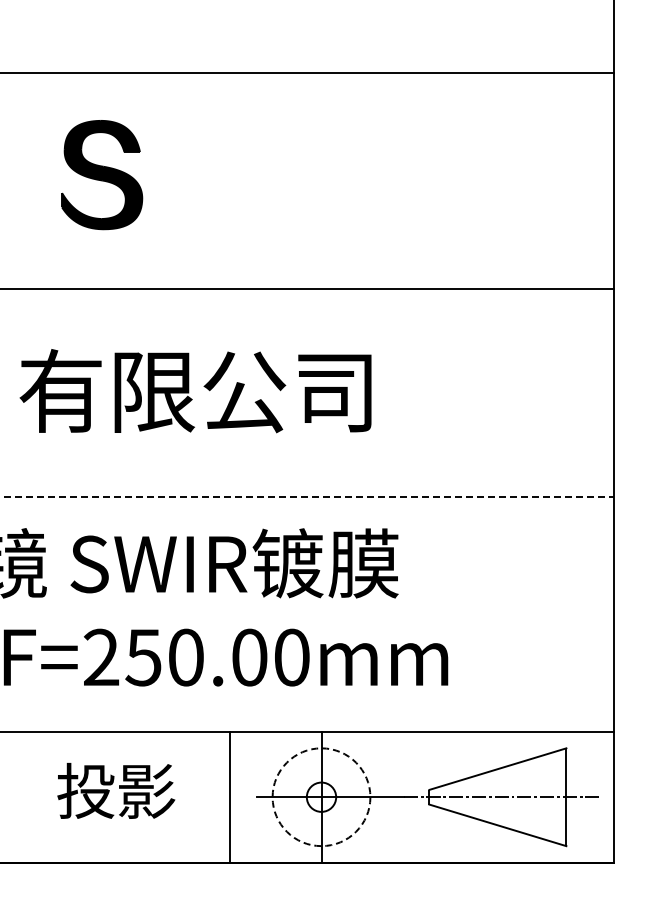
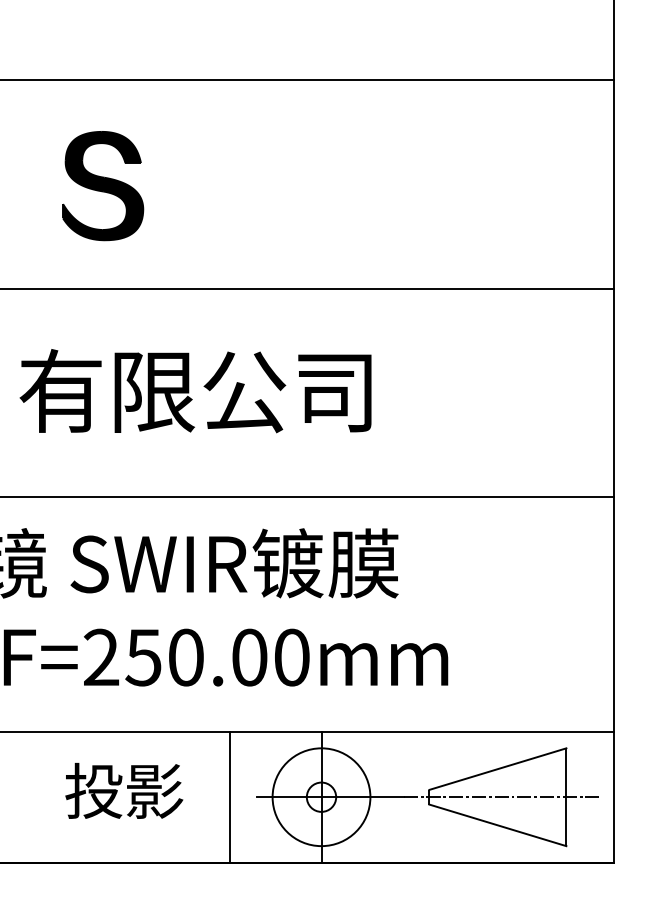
line at (308, 72) position: (308, 72) -> (308, 79)
part at (102, 175) position: (102, 175) -> (103, 186)
line at (307, 497): dashed -> solid
text at (116, 790) position: (116, 790) -> (124, 790)
circle at (321, 797): dashed -> solid
